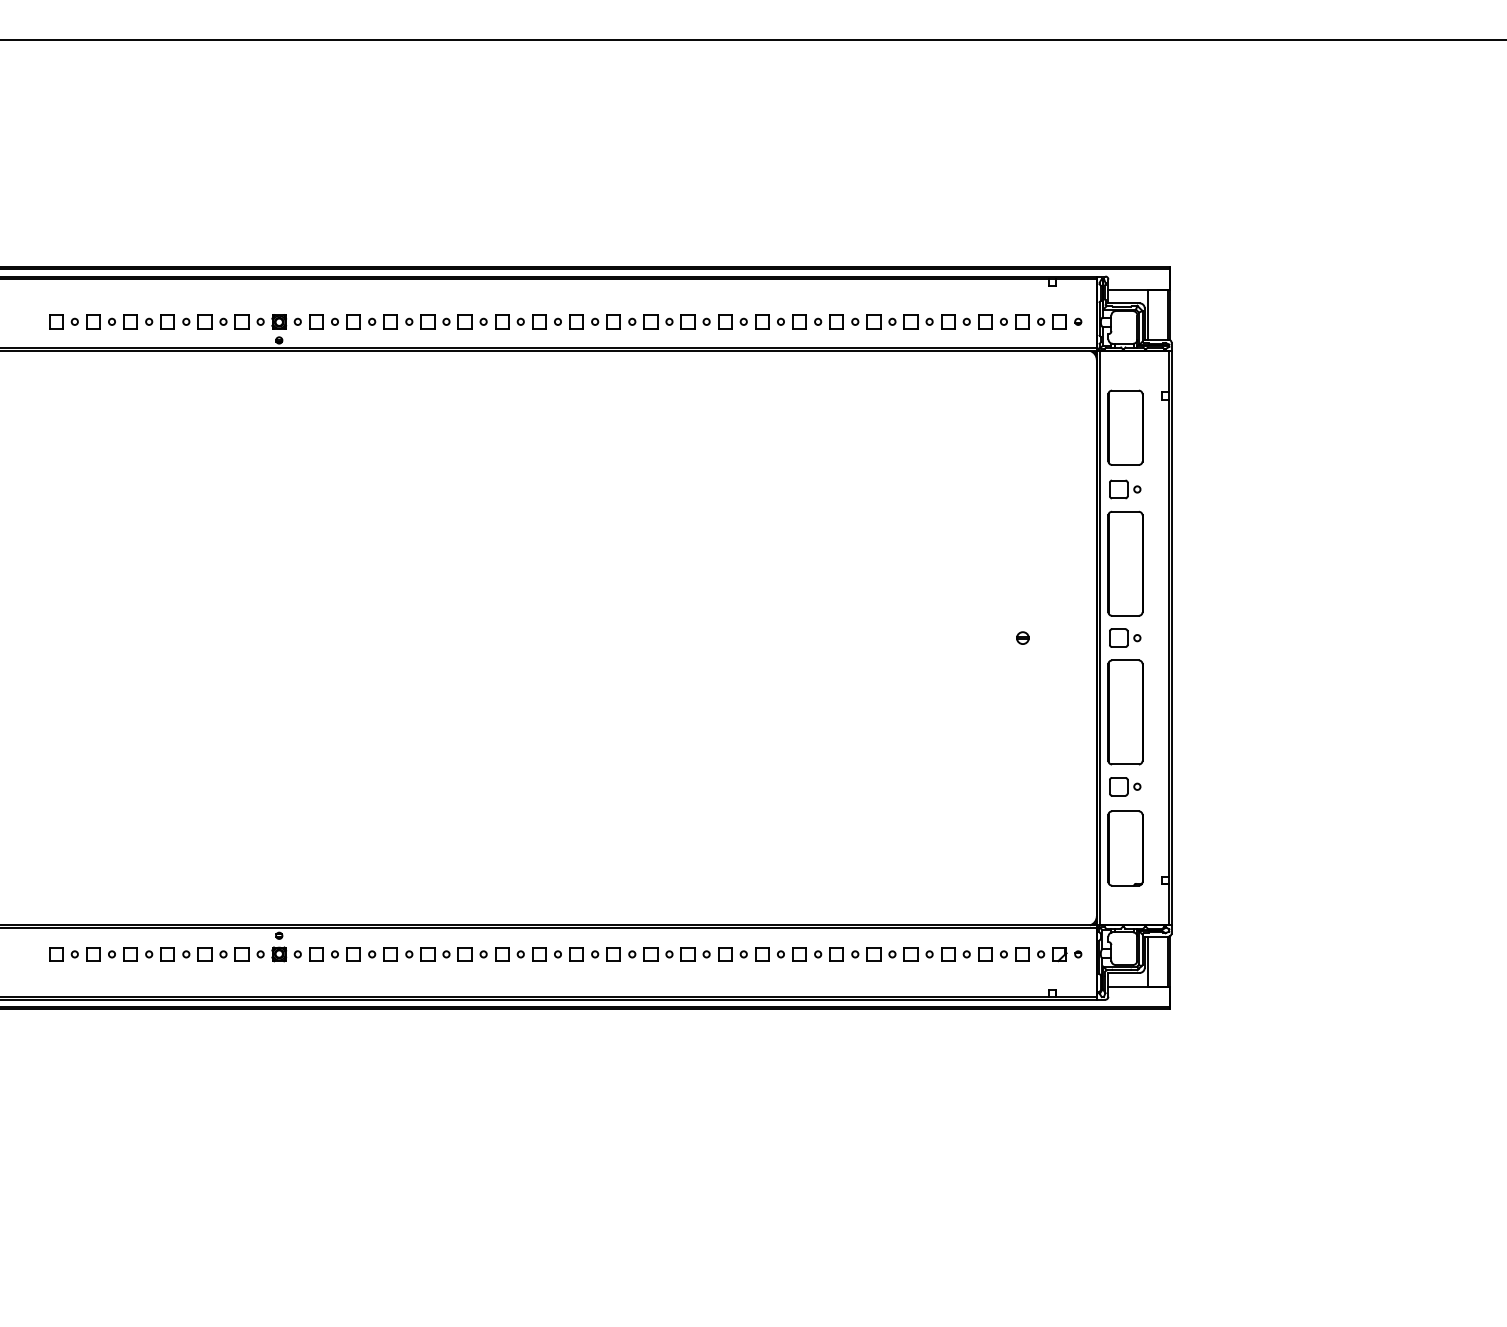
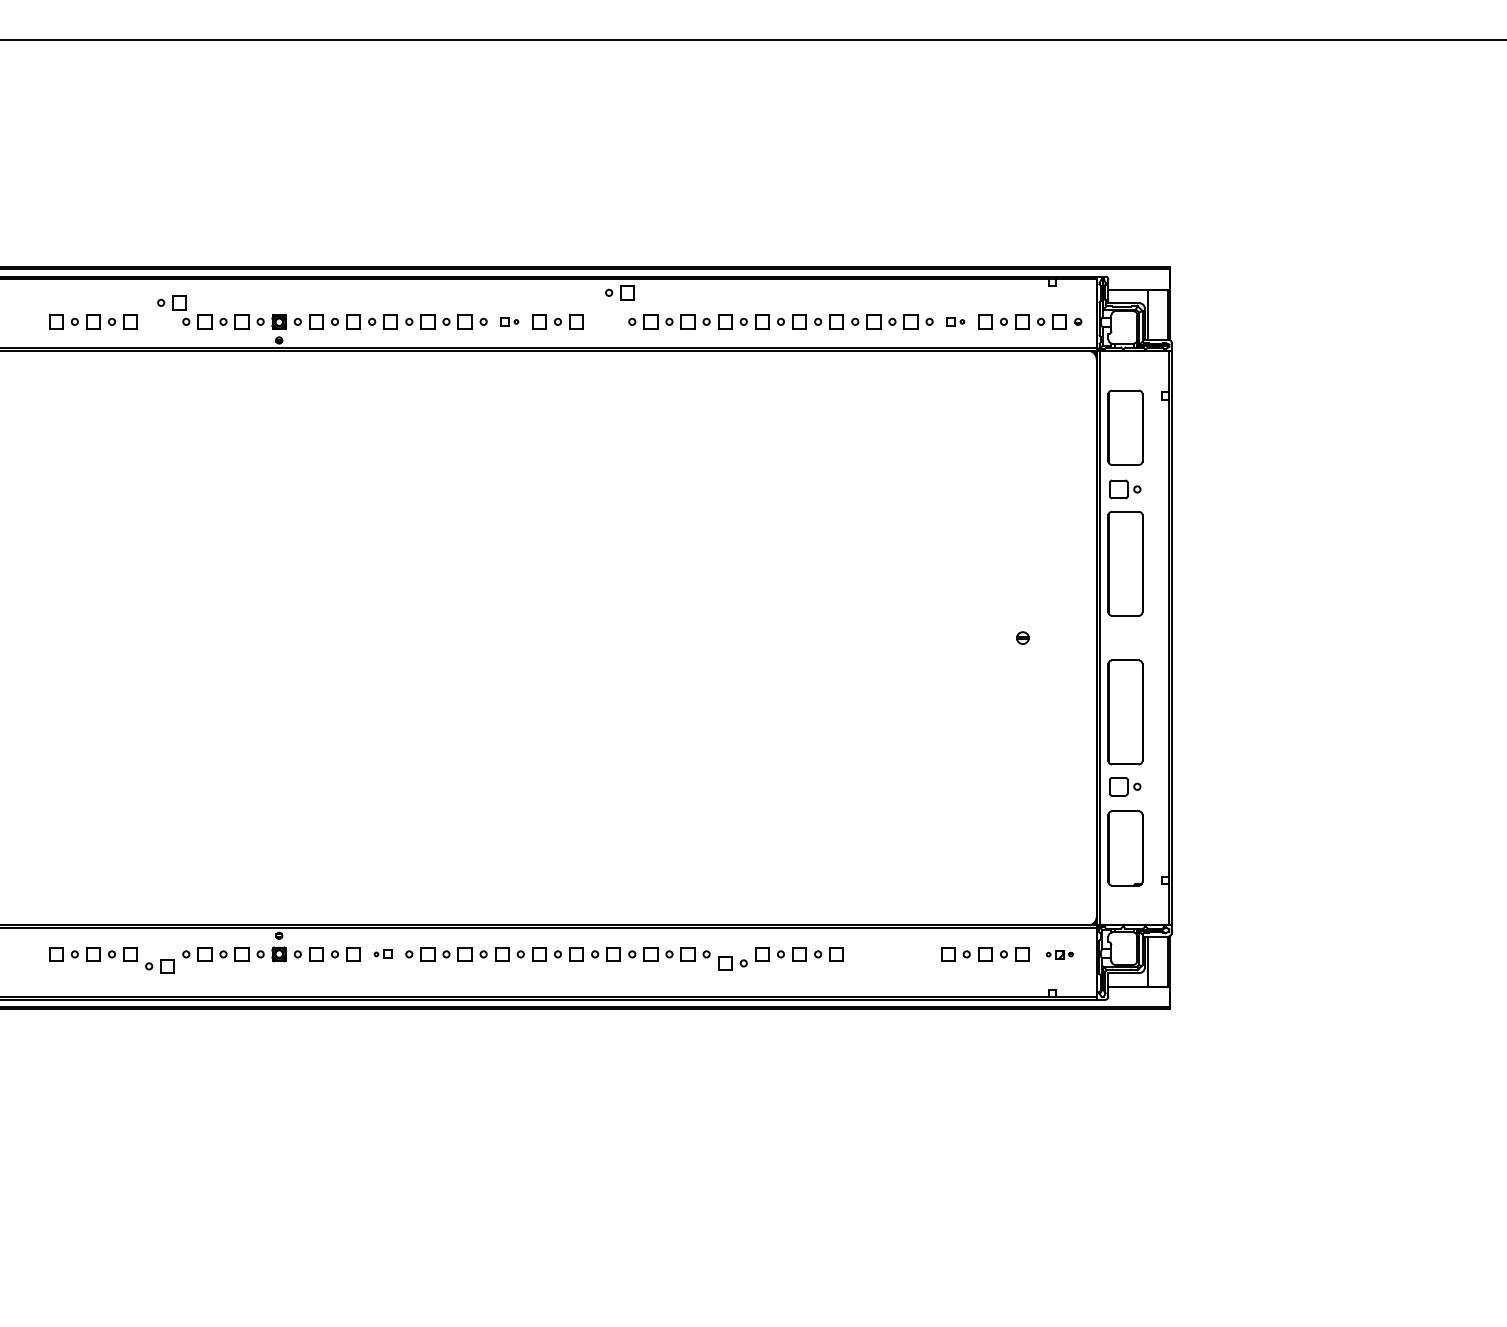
part at (159, 321) position: (159, 321) -> (171, 302)
part at (509, 321) size: 30x16 px -> 20x10 px
part at (605, 321) position: (605, 321) -> (619, 292)
part at (955, 321) size: 30x16 px -> 20x10 px
part at (1125, 637): present -> none
part at (159, 954) position: (159, 954) -> (159, 966)
part at (382, 954) size: 30x15 px -> 20x10 px
part at (732, 954) position: (732, 954) -> (732, 963)
part at (892, 954): present -> none
part at (1059, 954) size: 46x16 px -> 29x10 px
